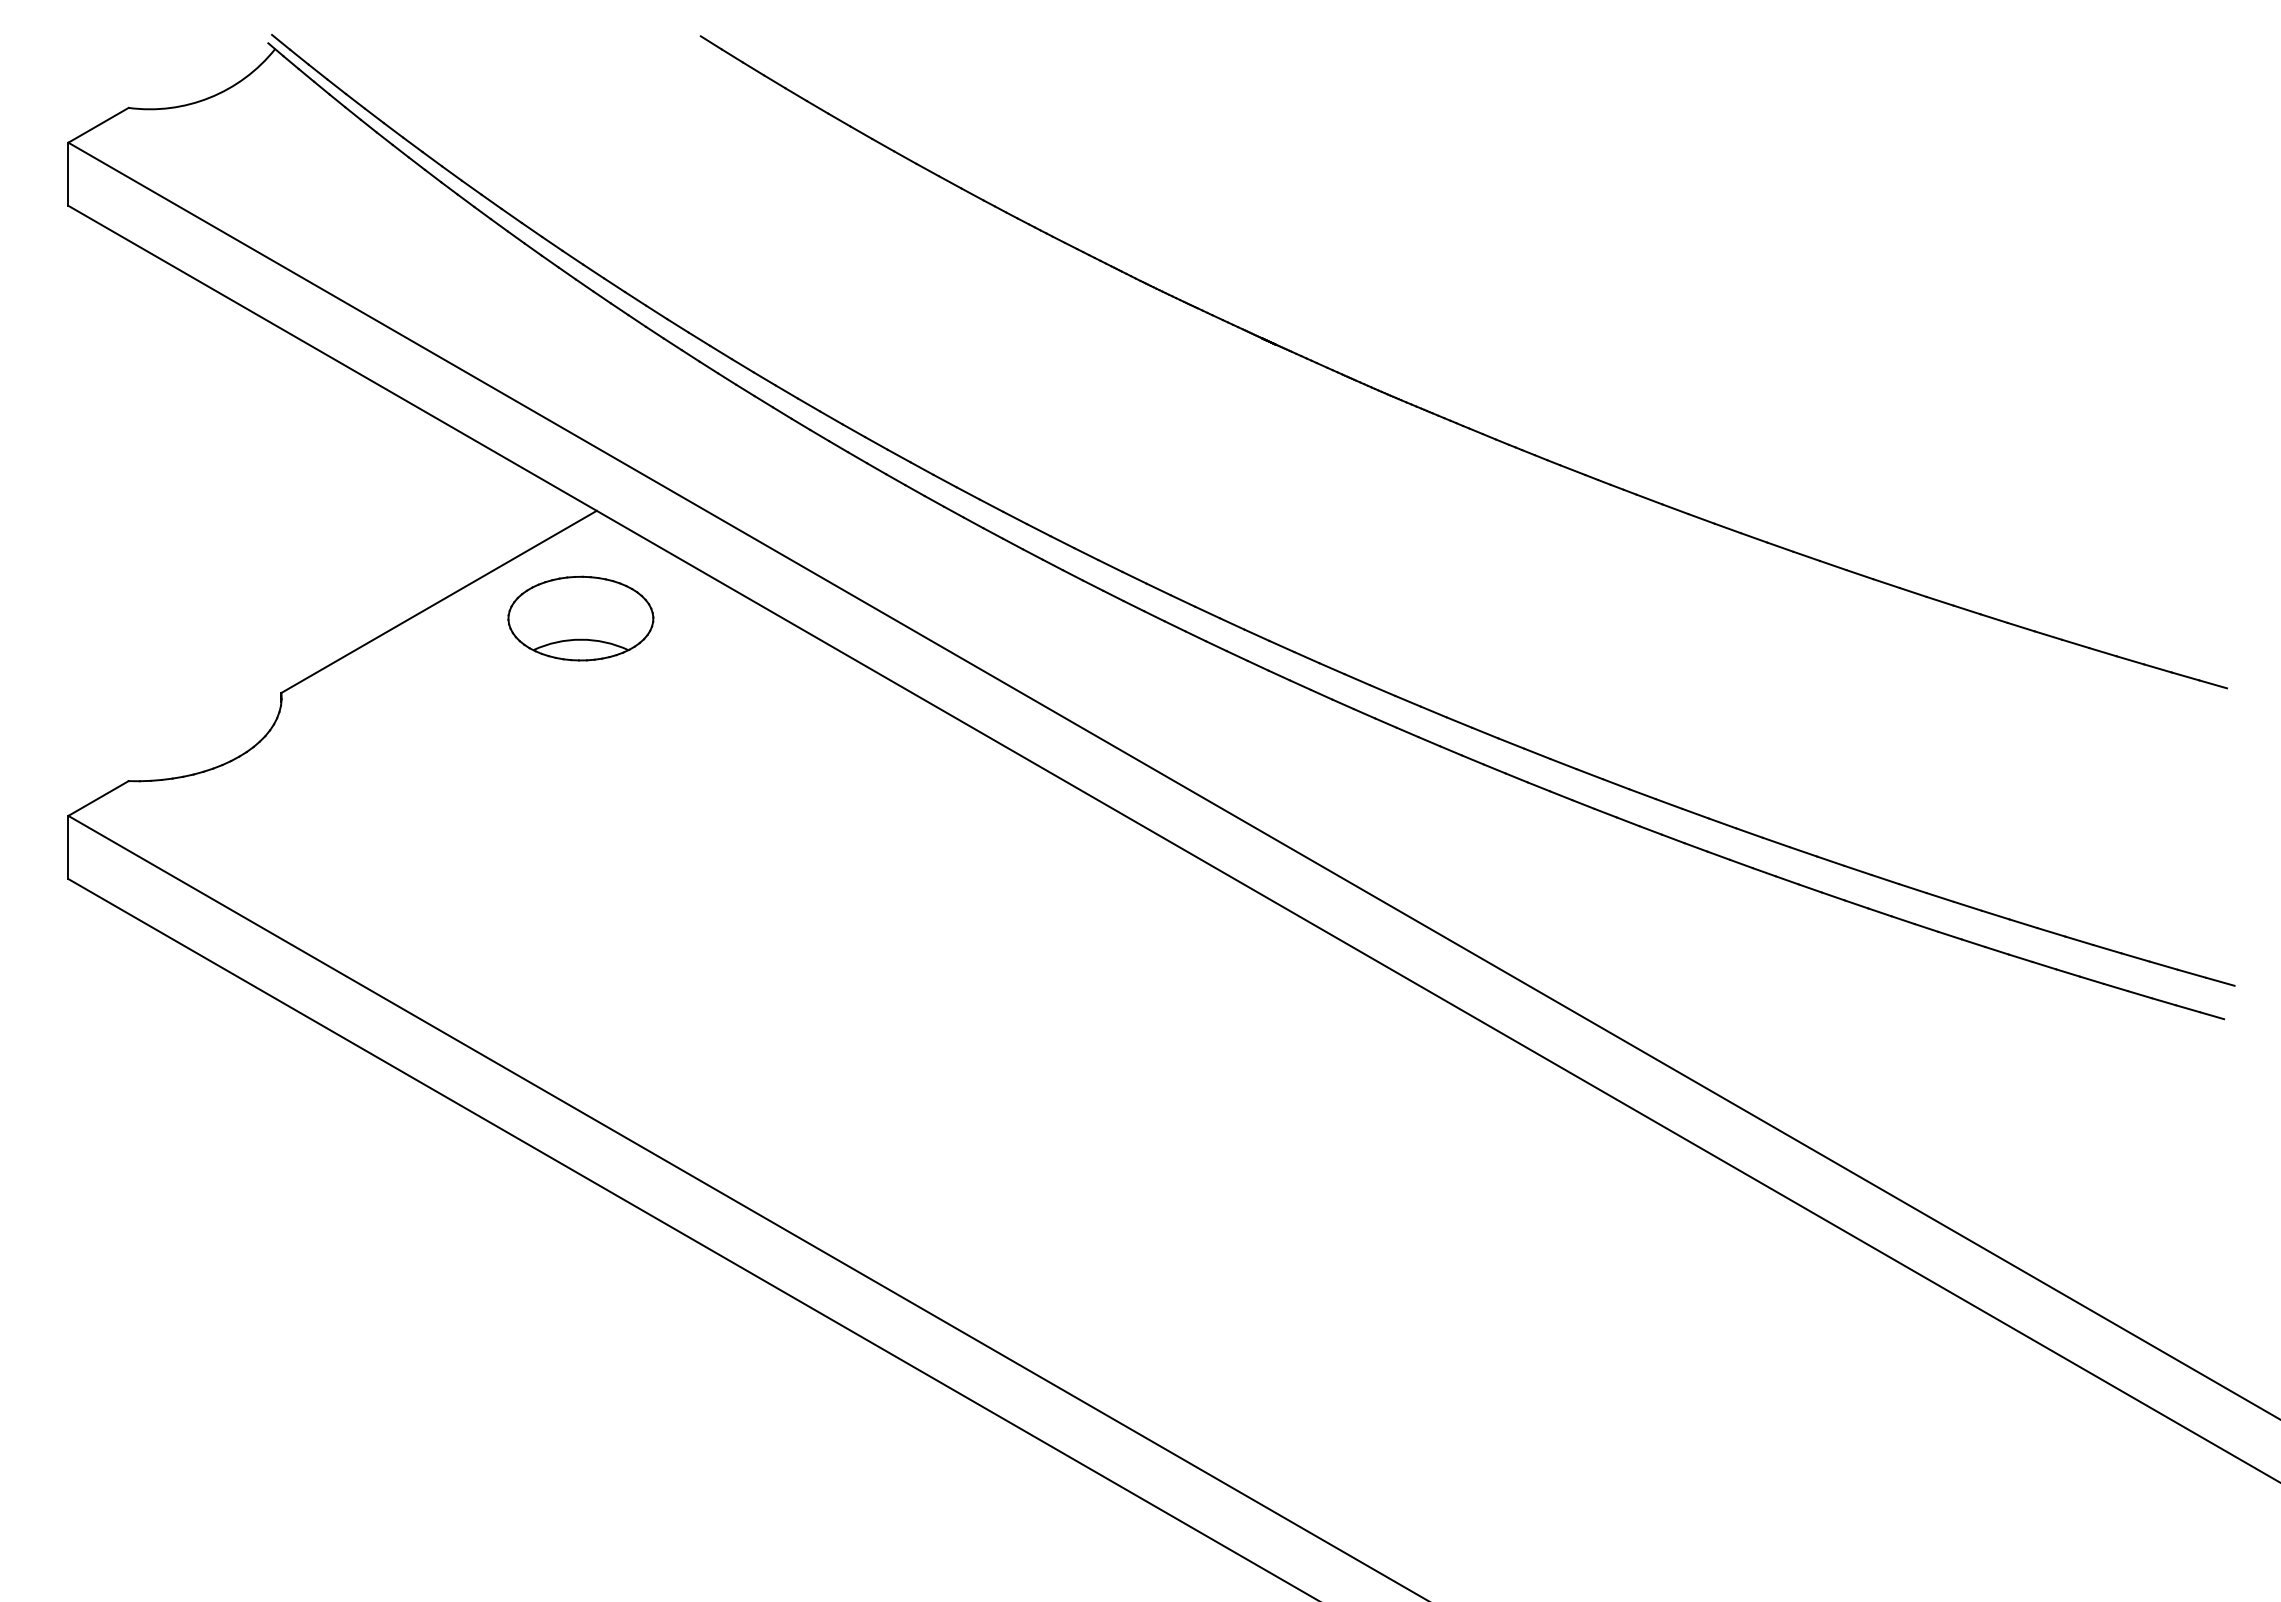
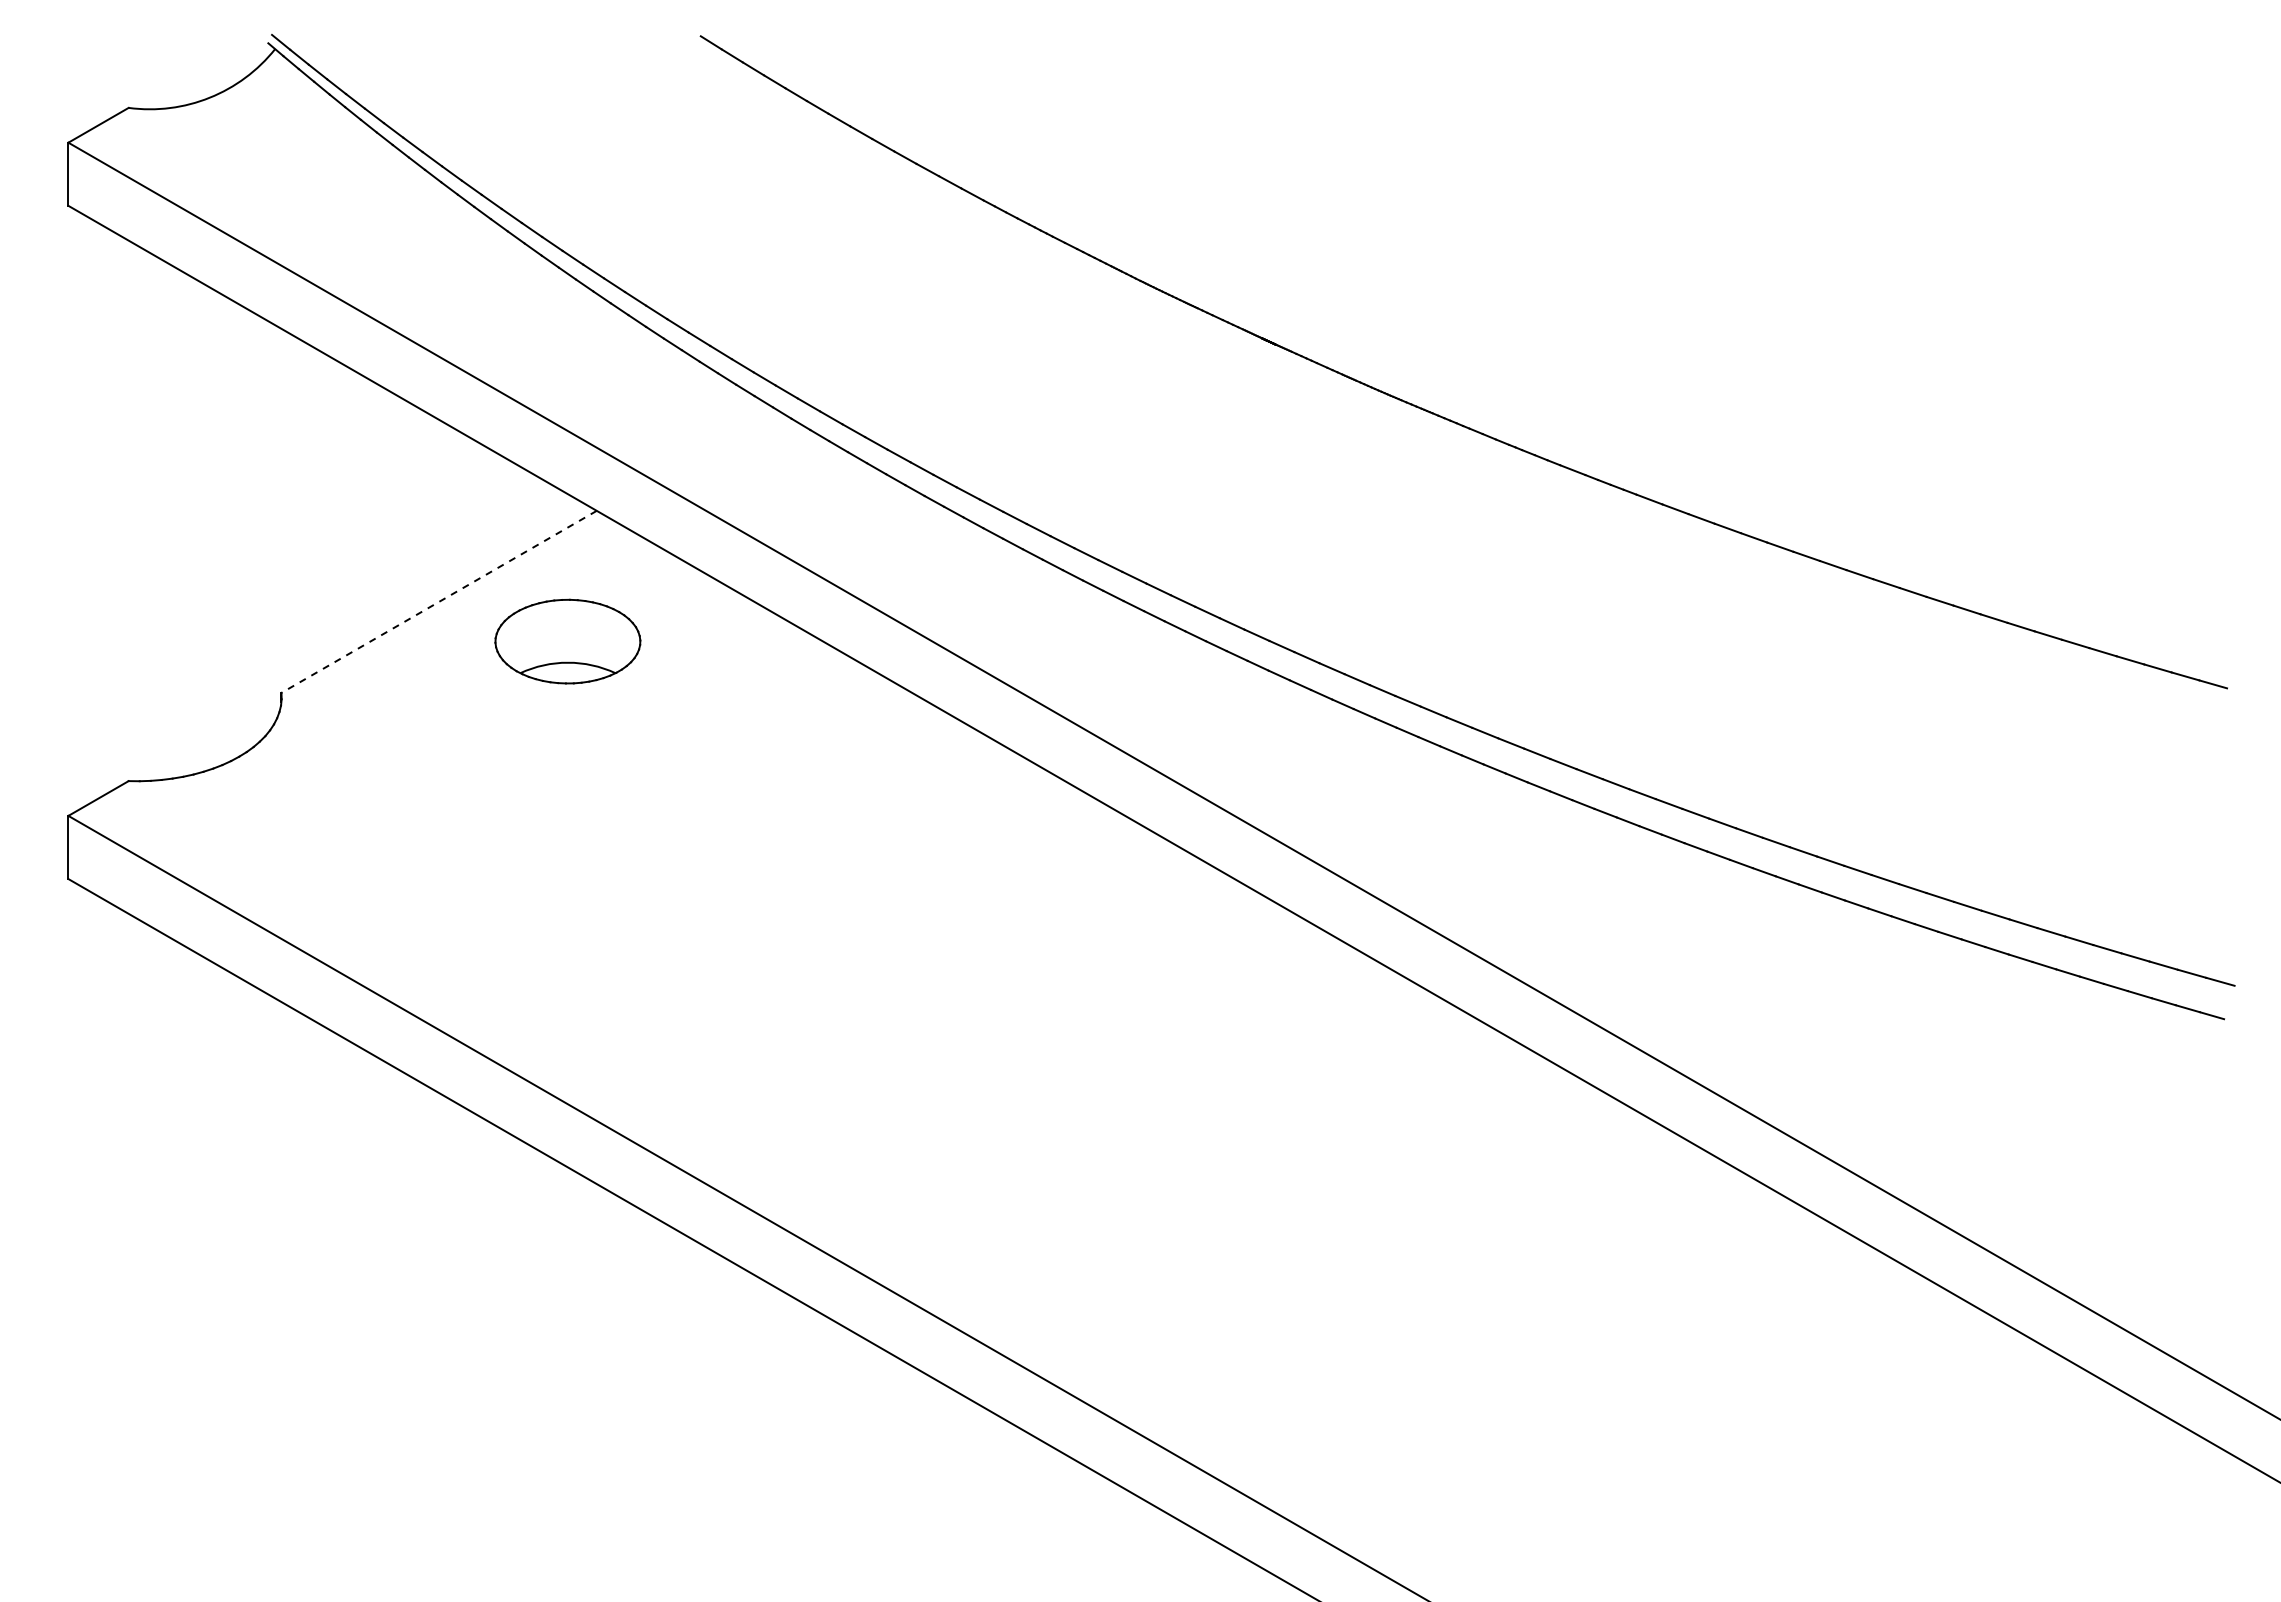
line at (438, 602): solid -> dashed
part at (580, 618) position: (580, 618) -> (567, 641)
